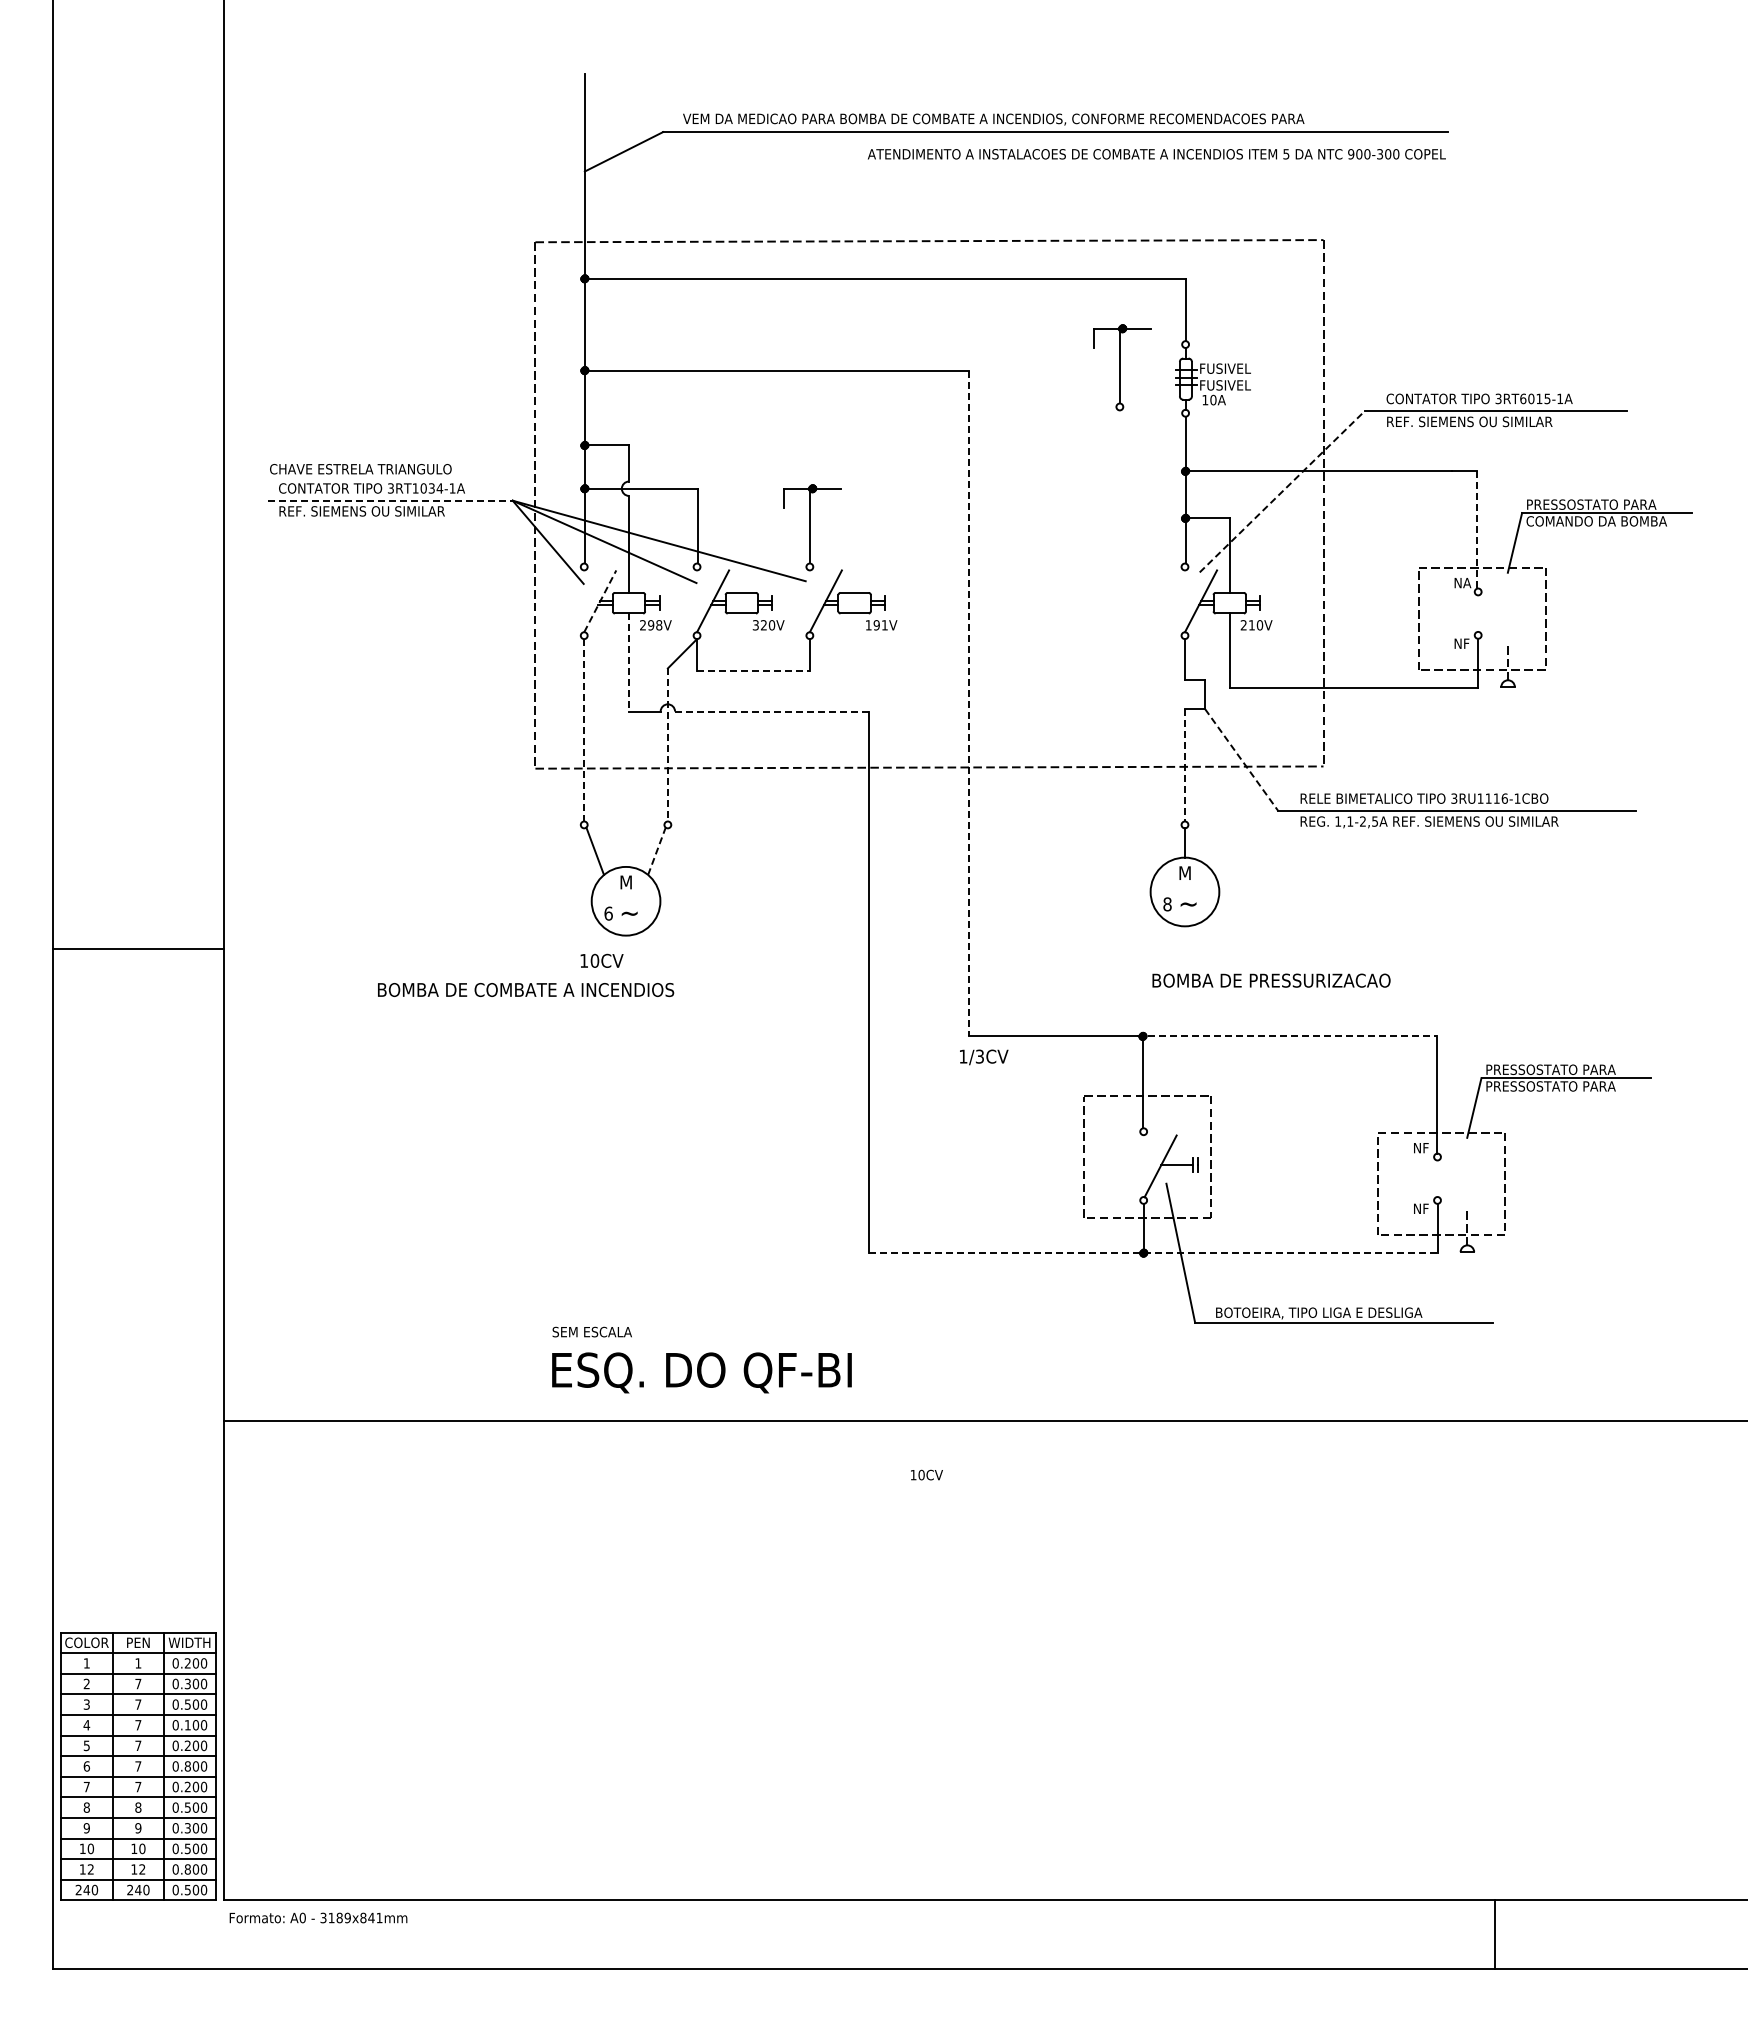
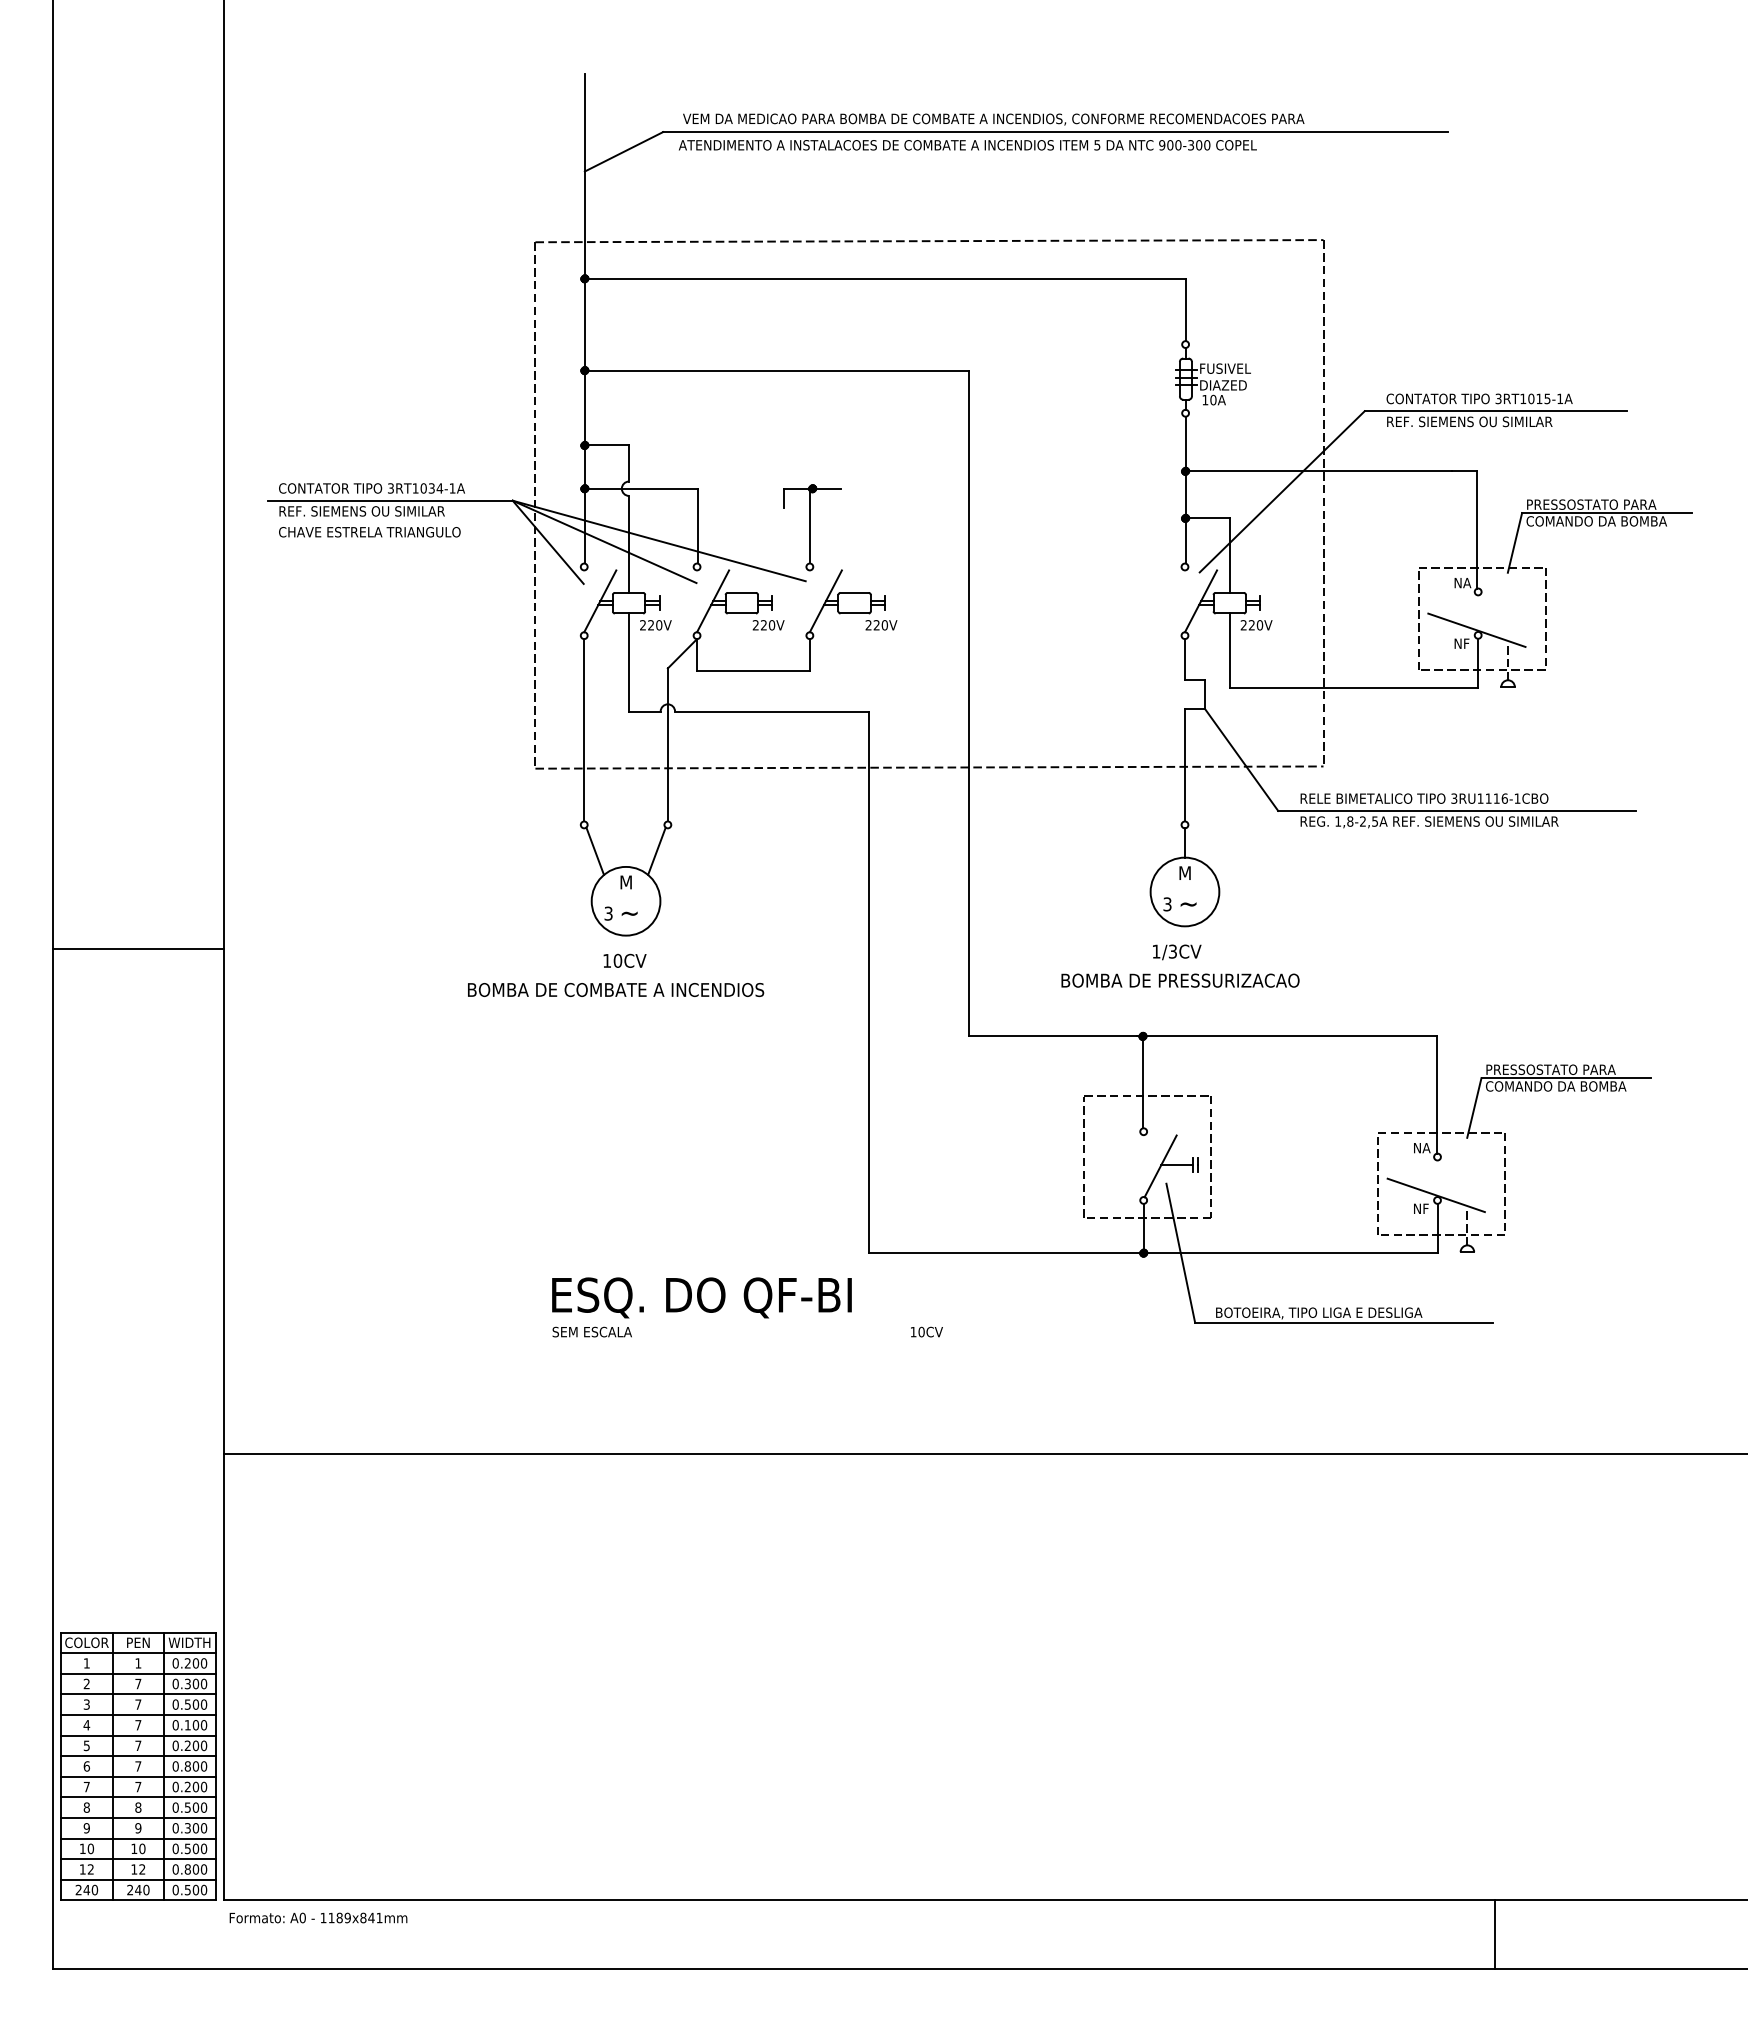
text at (1156, 154) position: (1156, 154) -> (967, 145)
part at (1122, 367): present -> none
text at (1225, 385): FUSIVEL -> DIAZED
text at (1523, 398): 3RT6015-1A -> 3RT1015-1A
text at (360, 469) position: (360, 469) -> (369, 532)
line at (1282, 491): dashed -> solid
line at (391, 500): dashed -> solid
line at (1477, 529): dashed -> solid
line at (600, 601): dashed -> solid
text at (655, 625): 298V -> 220V
text at (755, 625): 320V -> 220V
text at (876, 625): 191V -> 220V
text at (1251, 625): 210V -> 220V
line at (1476, 629): none -> present
line at (629, 663): dashed -> solid
line at (753, 671): dashed -> solid
line at (968, 703): dashed -> solid
line at (772, 711): dashed -> solid
line at (584, 730): dashed -> solid
line at (667, 744): dashed -> solid
line at (1241, 760): dashed -> solid
line at (1184, 765): dashed -> solid
text at (1350, 821): 1,1-2,5A -> 1,8-2,5A
line at (657, 850): dashed -> solid
text at (1167, 904): 8 -> 3
text at (608, 913): 6 -> 3
text at (601, 960) position: (601, 960) -> (624, 960)
text at (1271, 980) position: (1271, 980) -> (1180, 980)
text at (526, 989) position: (526, 989) -> (616, 989)
line at (1287, 1036): dashed -> solid
text at (984, 1057) position: (984, 1057) -> (1177, 952)
text at (1556, 1086): PRESSOSTATO PARA -> COMANDO DA BOMBA
text at (1426, 1148): NF -> NA
line at (1435, 1195): none -> present
line at (1153, 1253): dashed -> solid
text at (701, 1372) position: (701, 1372) -> (701, 1297)
line at (984, 1420) position: (984, 1420) -> (984, 1453)
text at (926, 1474) position: (926, 1474) -> (926, 1331)
text at (323, 1917): 3189x841mm -> 1189x841mm
